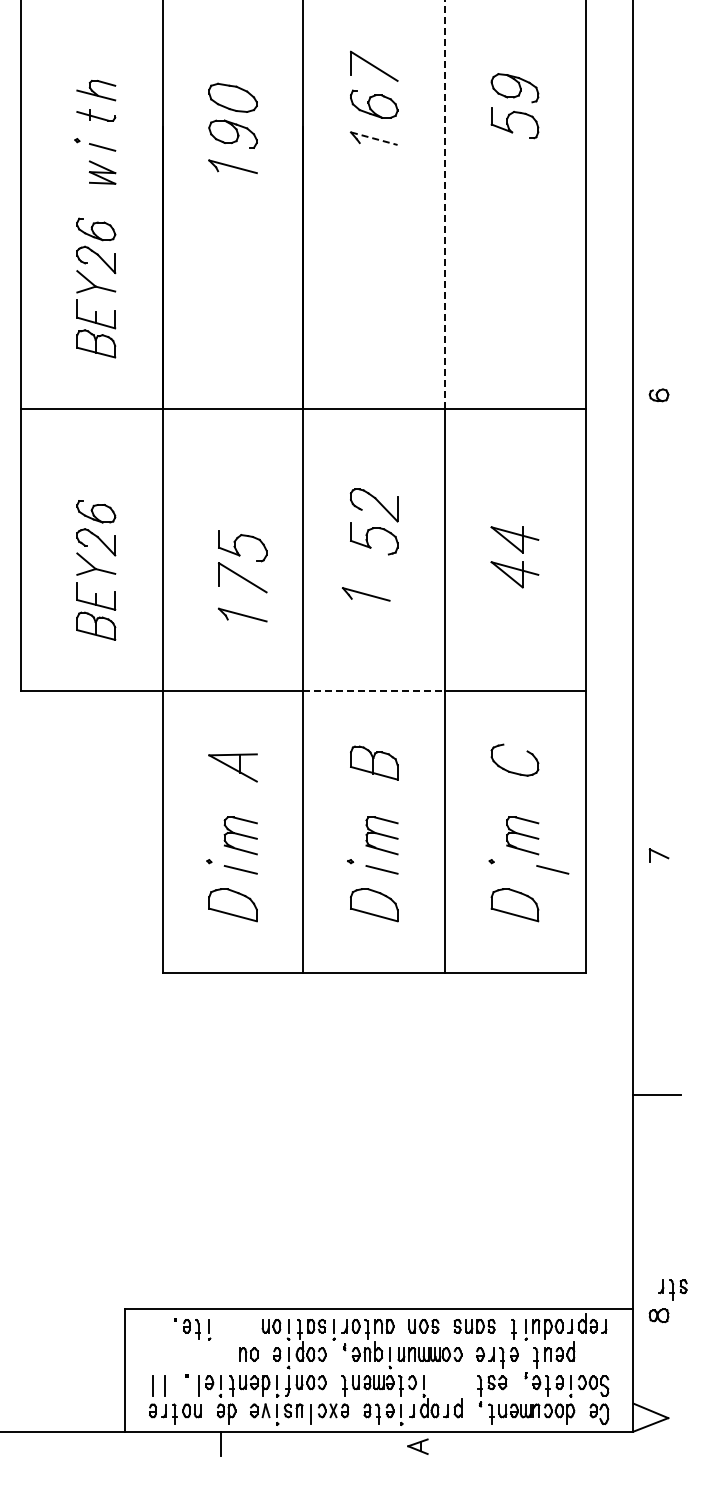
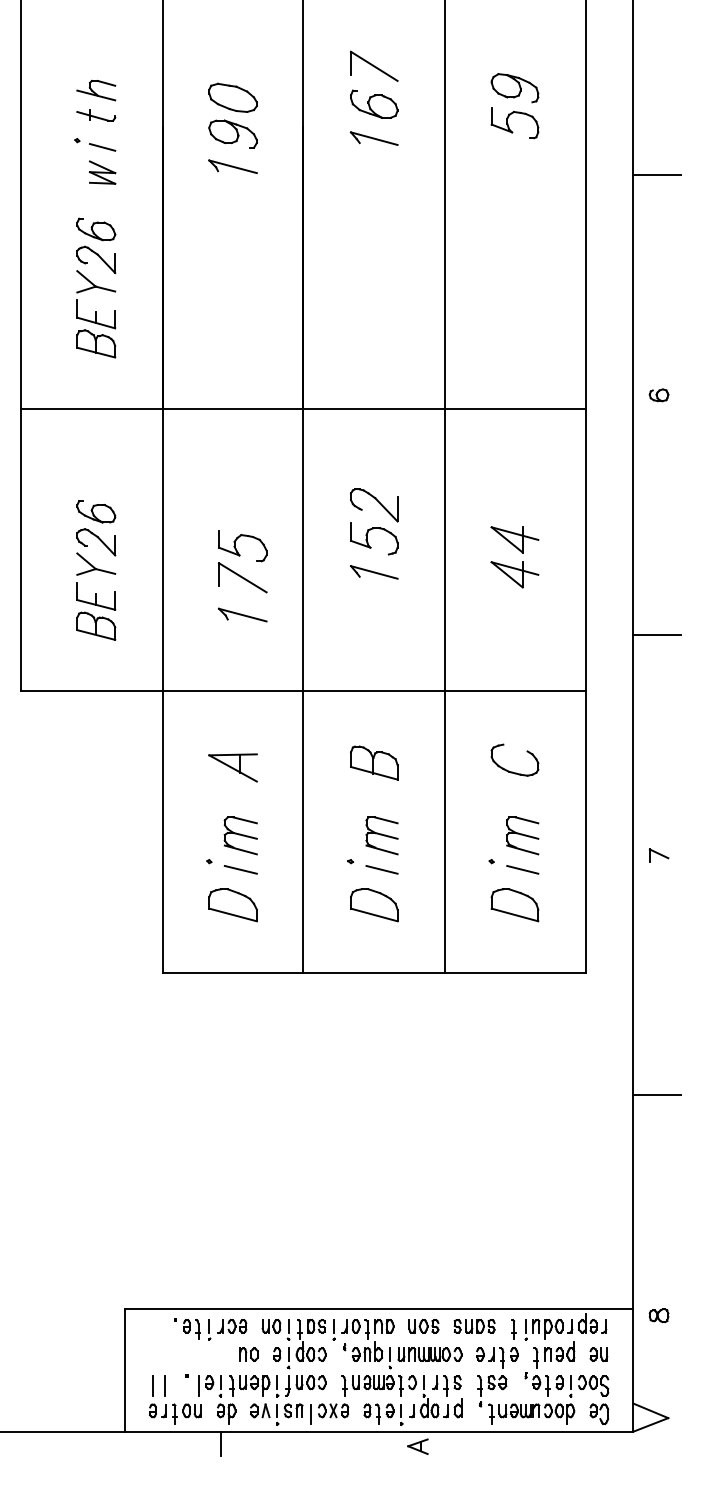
line at (374, 138): dashed -> solid
line at (656, 175): none -> present
line at (445, 204): dashed -> solid
part at (365, 594) position: (365, 594) -> (373, 572)
line at (656, 635): none -> present
line at (374, 691): dashed -> solid
line at (552, 869) position: (552, 869) -> (522, 869)
part at (672, 1289) position: (672, 1289) -> (446, 1385)
part at (232, 1326): none -> present
part at (598, 1354): none -> present
